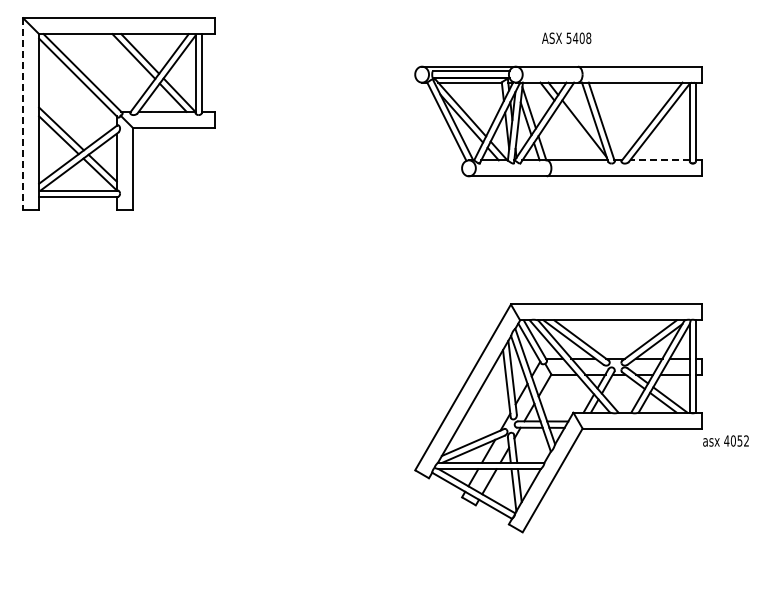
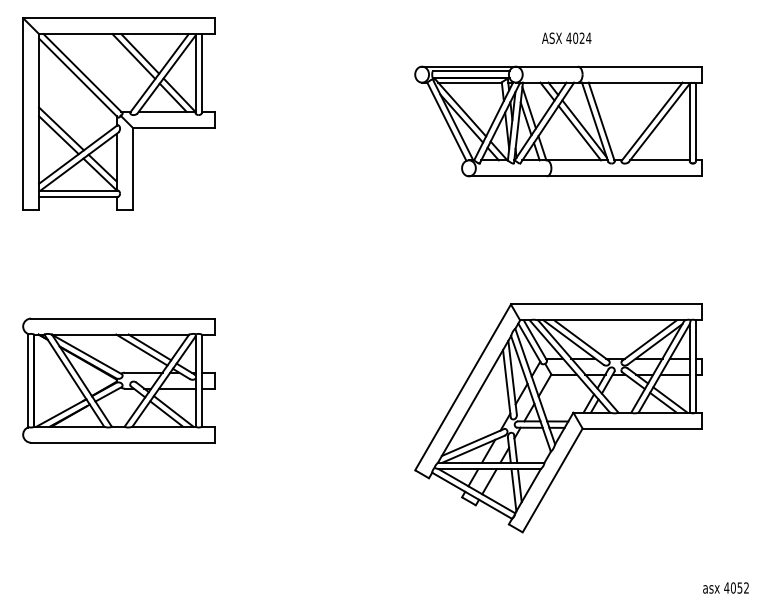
text at (578, 37): 5408 -> 4024
line at (23, 113): dashed -> solid
line at (579, 133): none -> present
line at (659, 160): dashed -> solid
part at (118, 380): none -> present
text at (725, 440) position: (725, 440) -> (725, 587)
